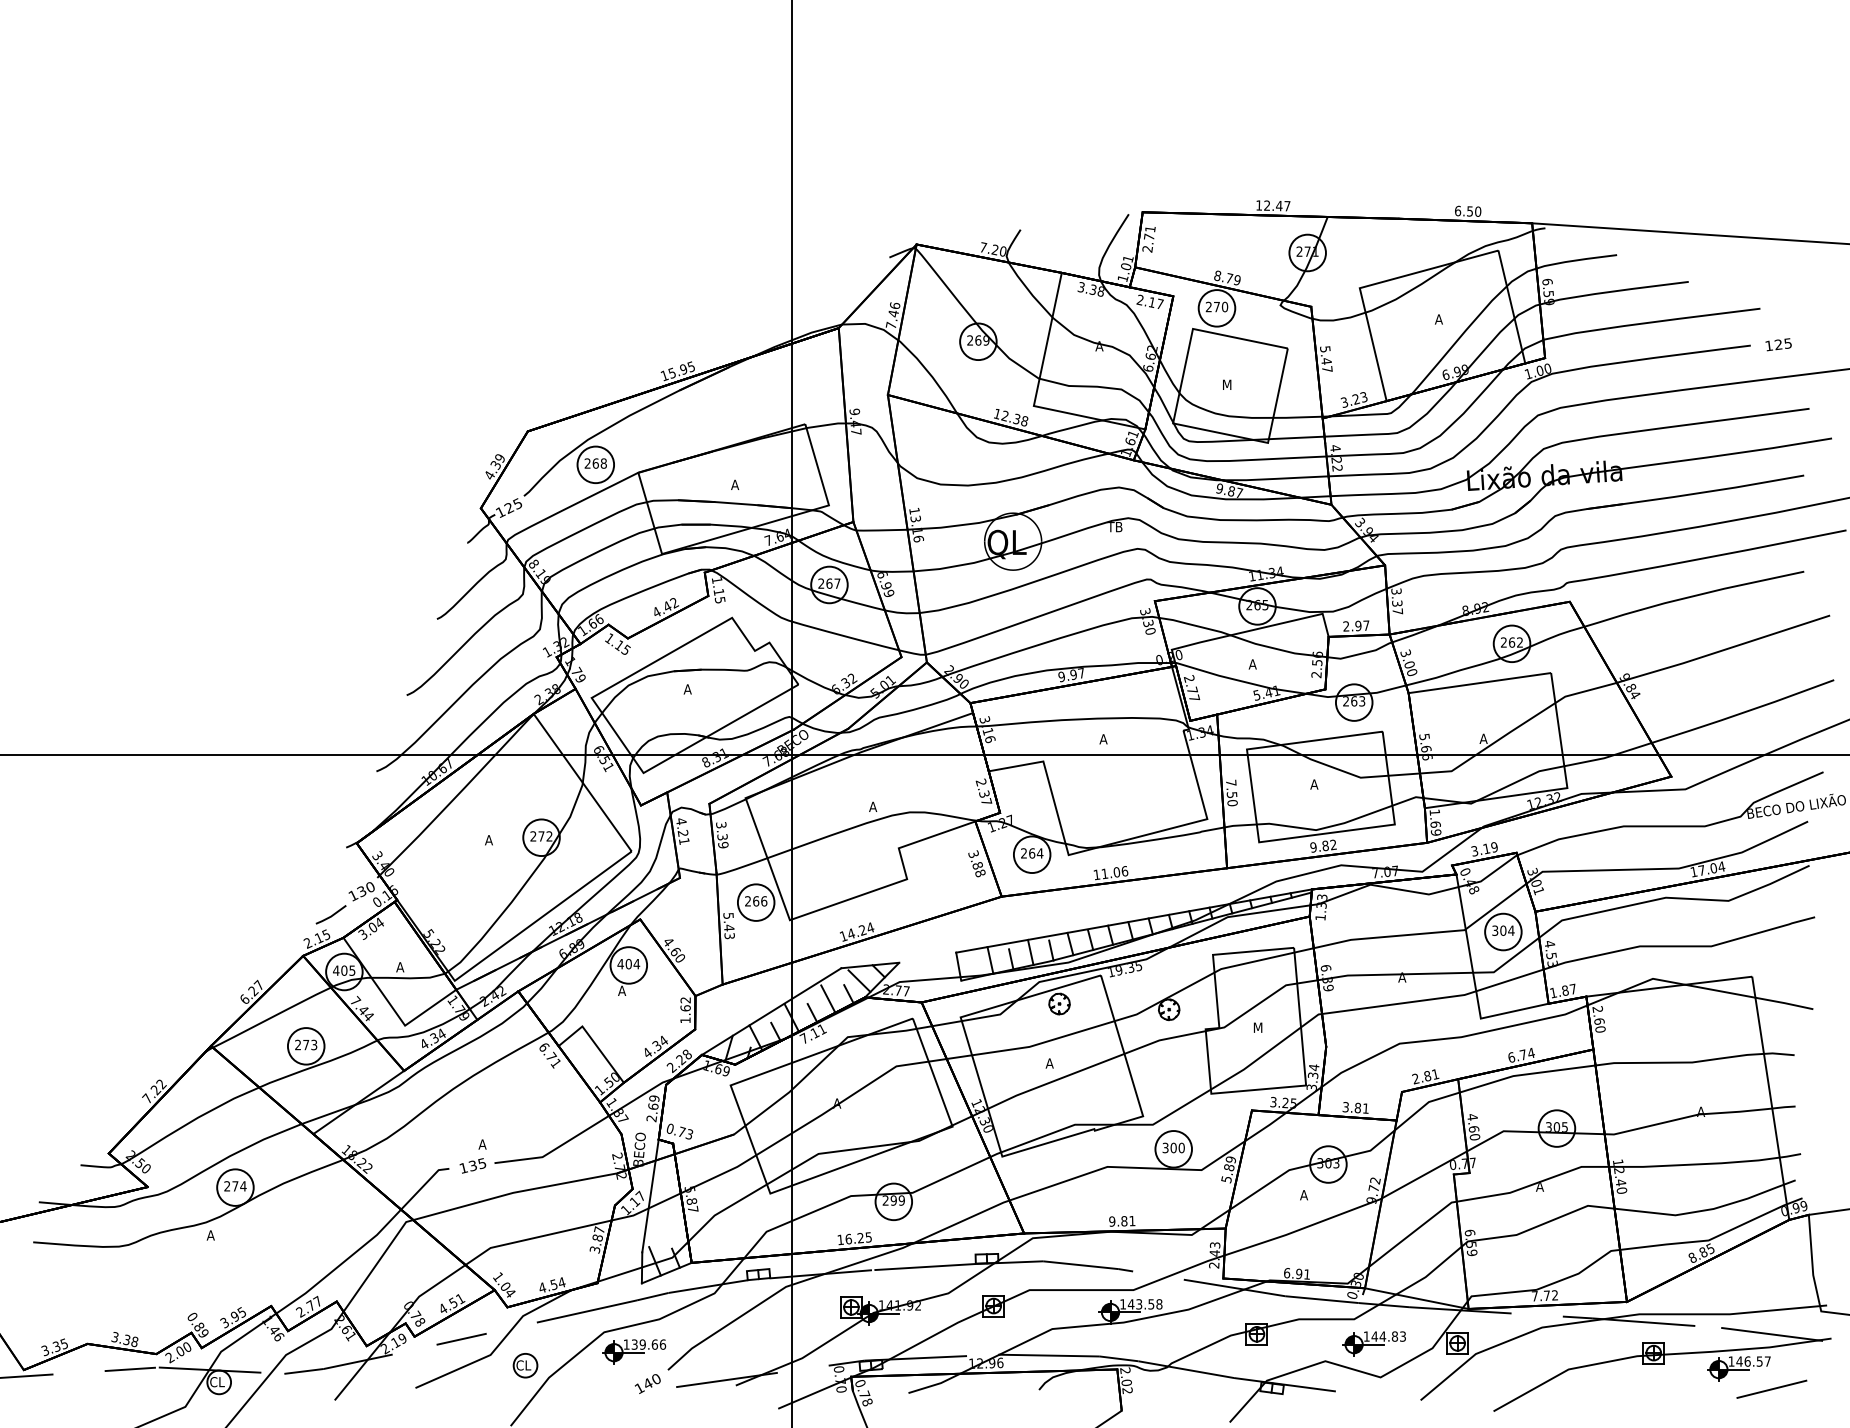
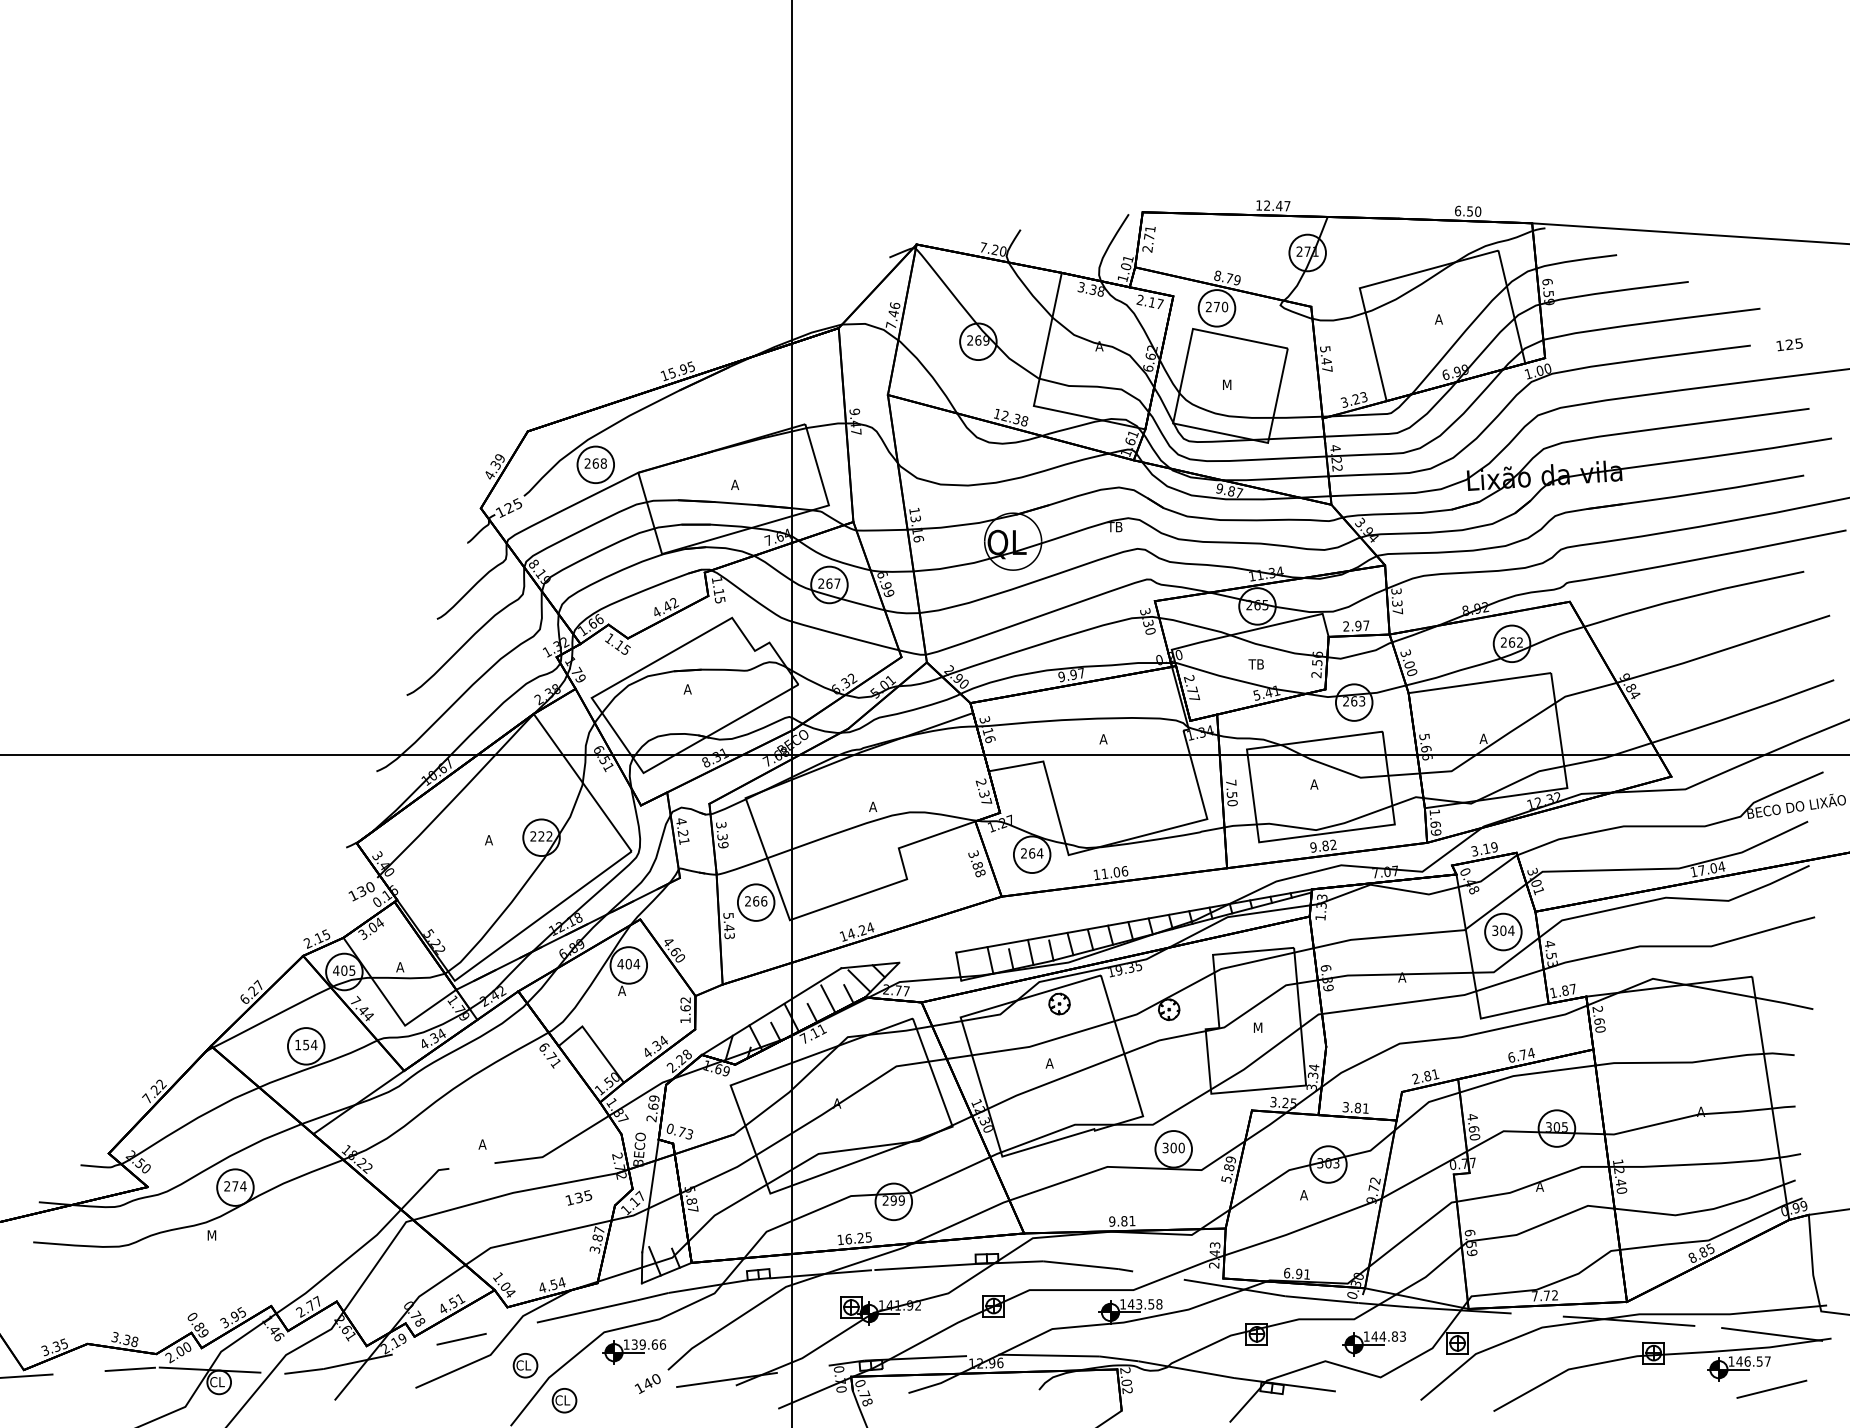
text at (1778, 344) position: (1778, 344) -> (1789, 344)
text at (1255, 664): A -> TB
text at (541, 836): 272 -> 222
curve at (330, 915): present -> none
text at (306, 1044): 273 -> 154
text at (472, 1165) position: (472, 1165) -> (578, 1197)
text at (211, 1235): A -> M
part at (564, 1400): none -> present
